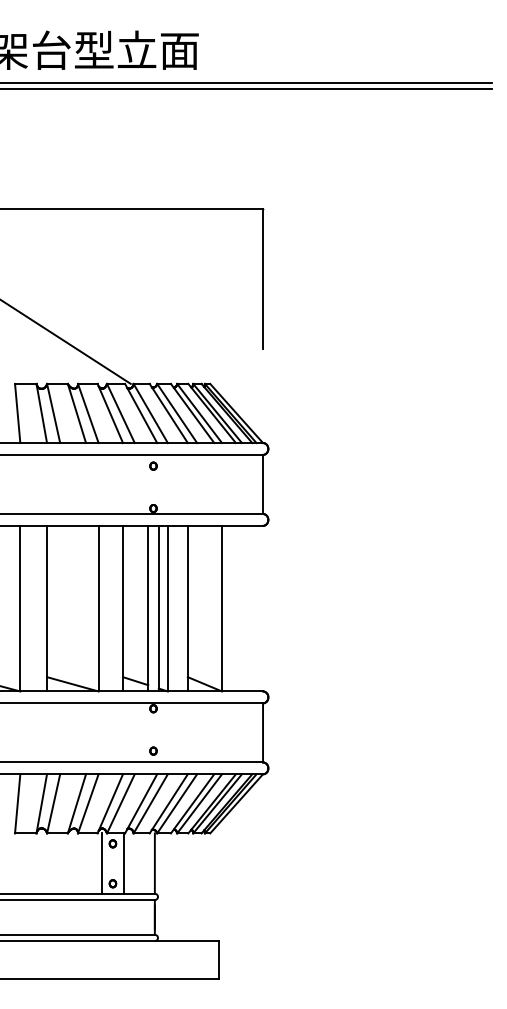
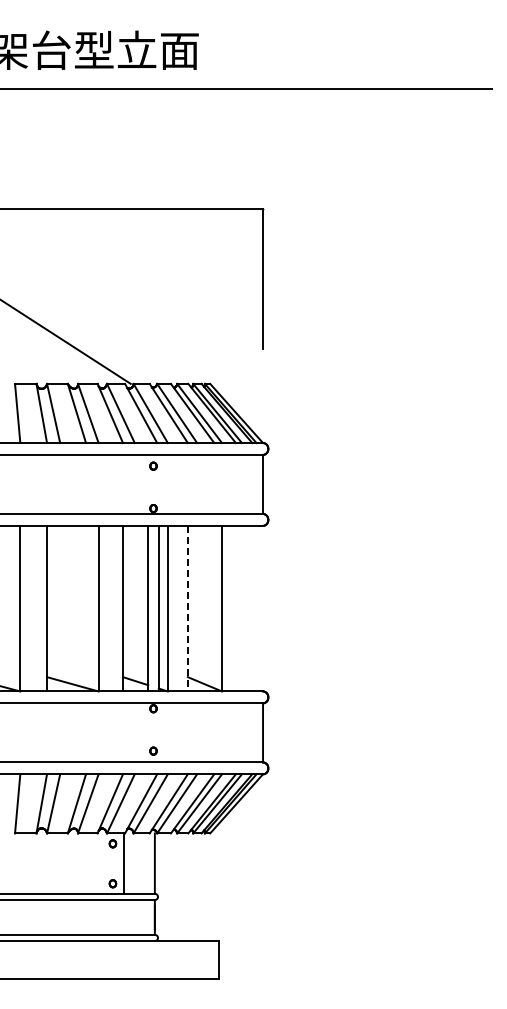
line at (246, 83): present -> none
line at (187, 608): solid -> dashed
line at (102, 863): present -> none
